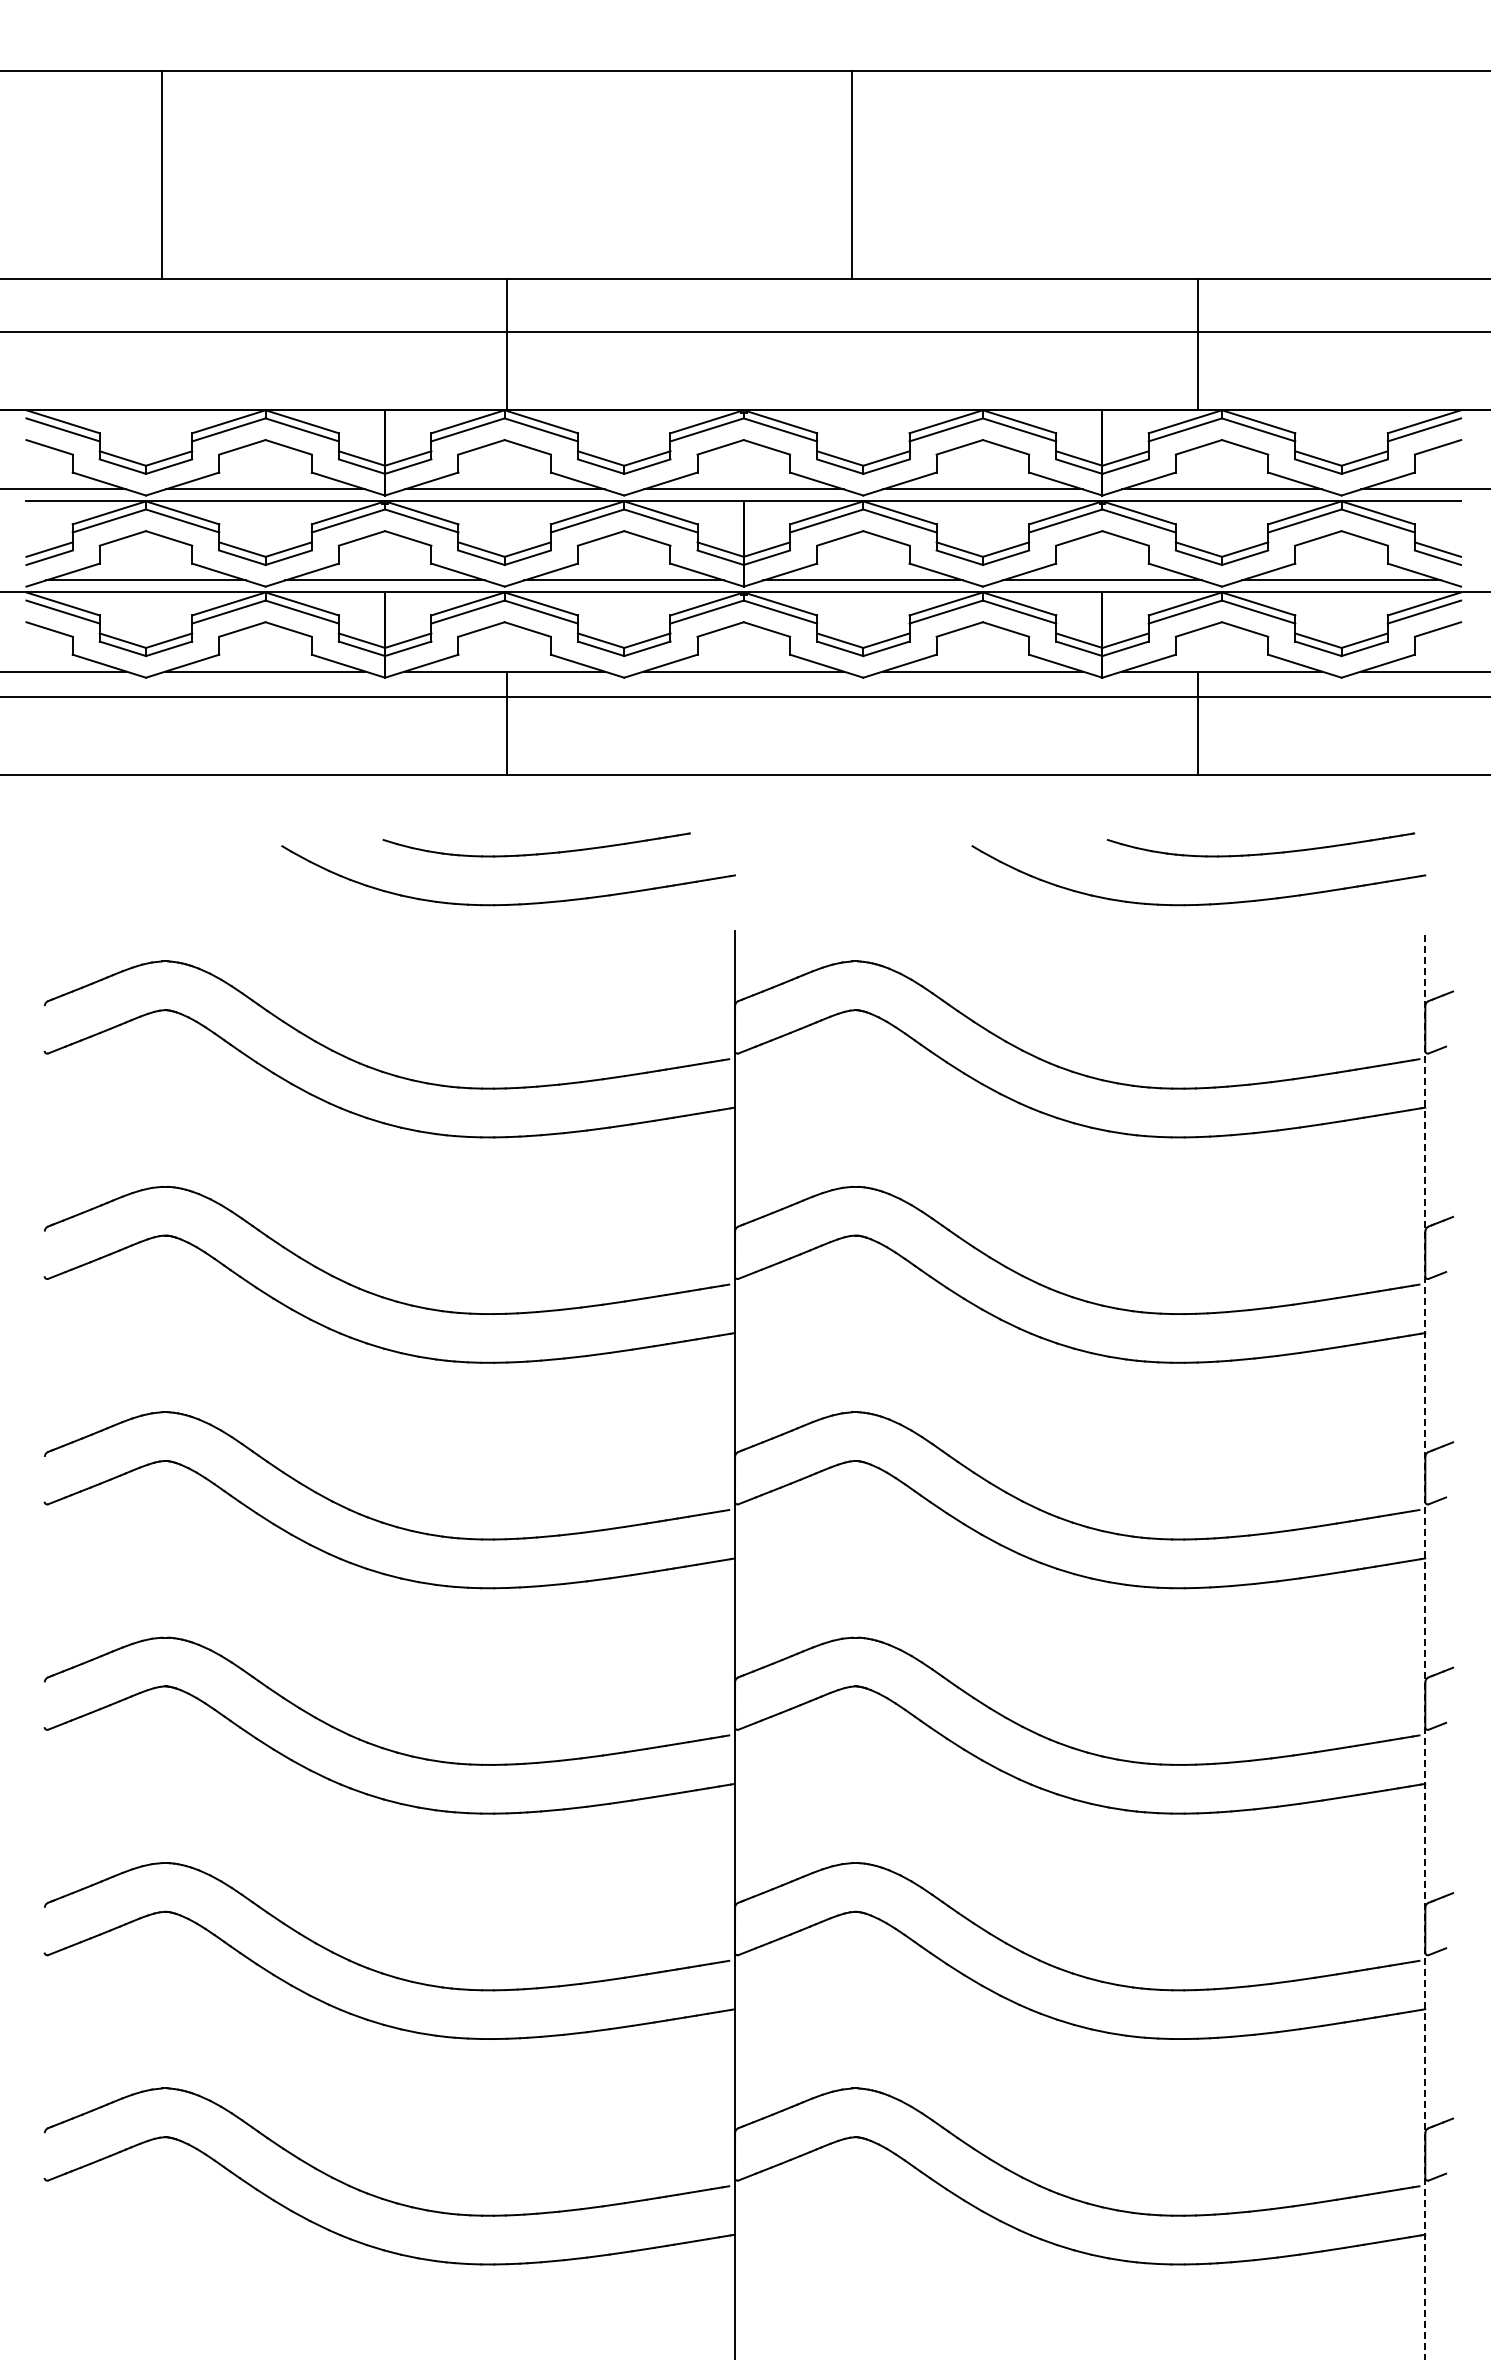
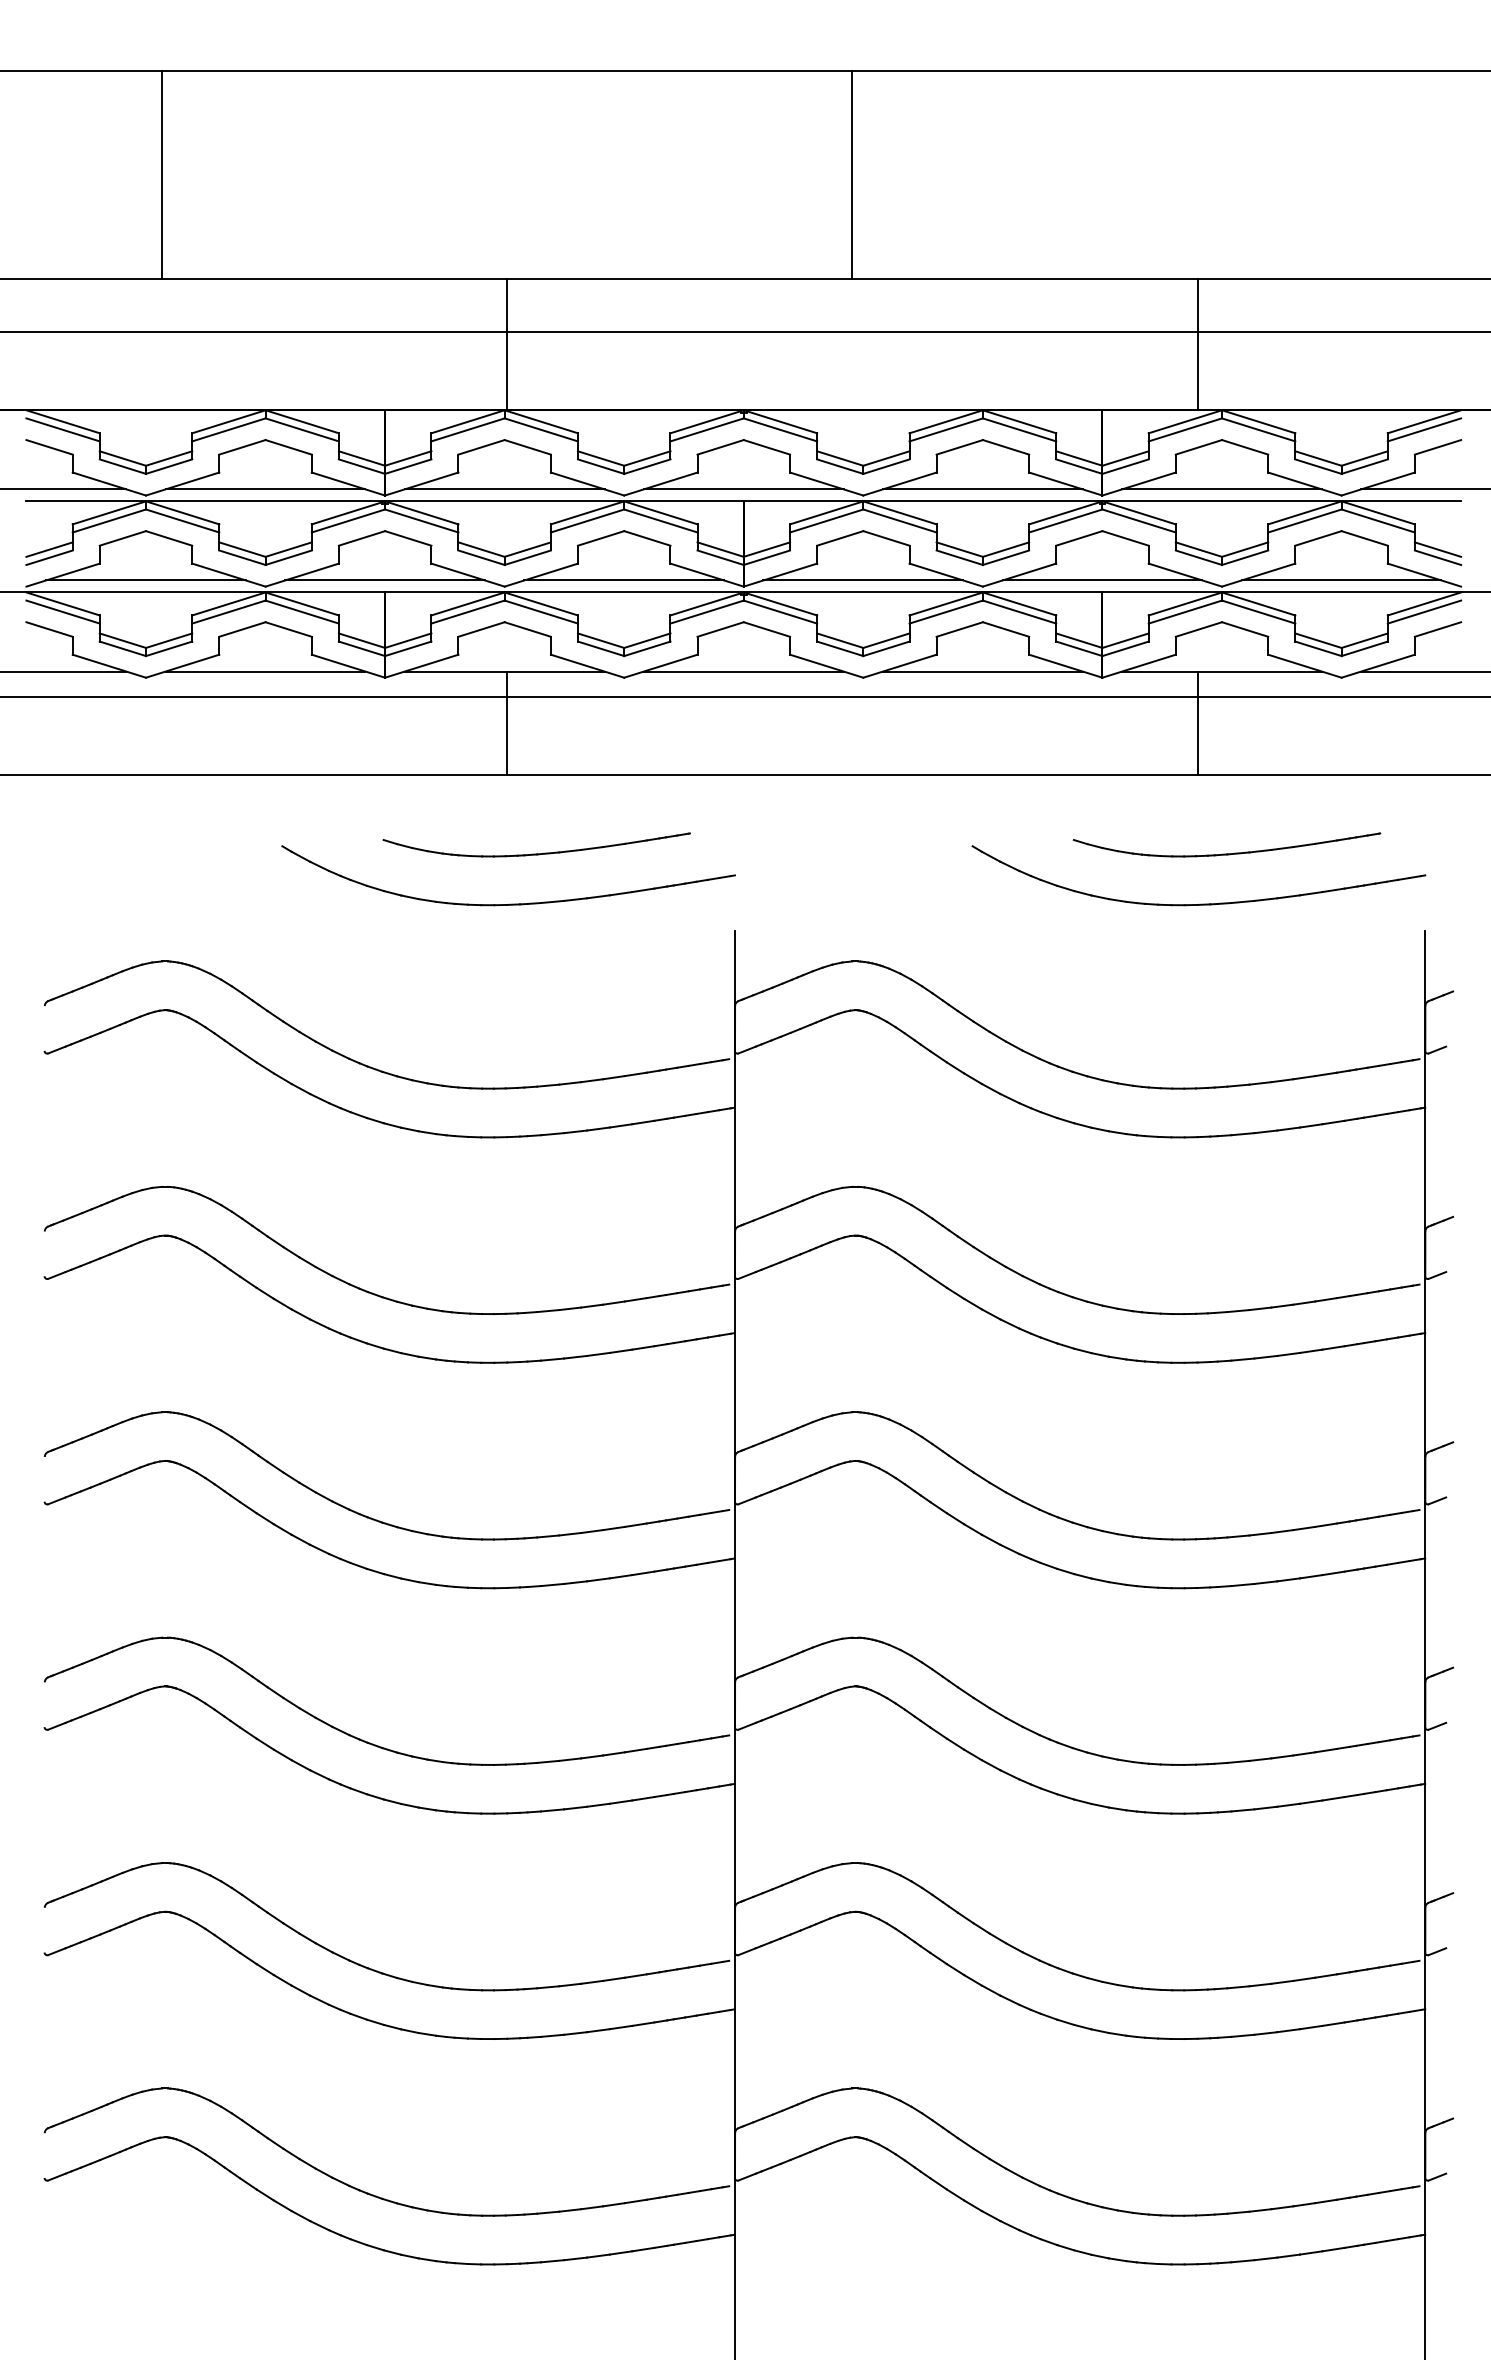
part at (1260, 853) position: (1260, 853) -> (1226, 853)
line at (1425, 1644): dashed -> solid
